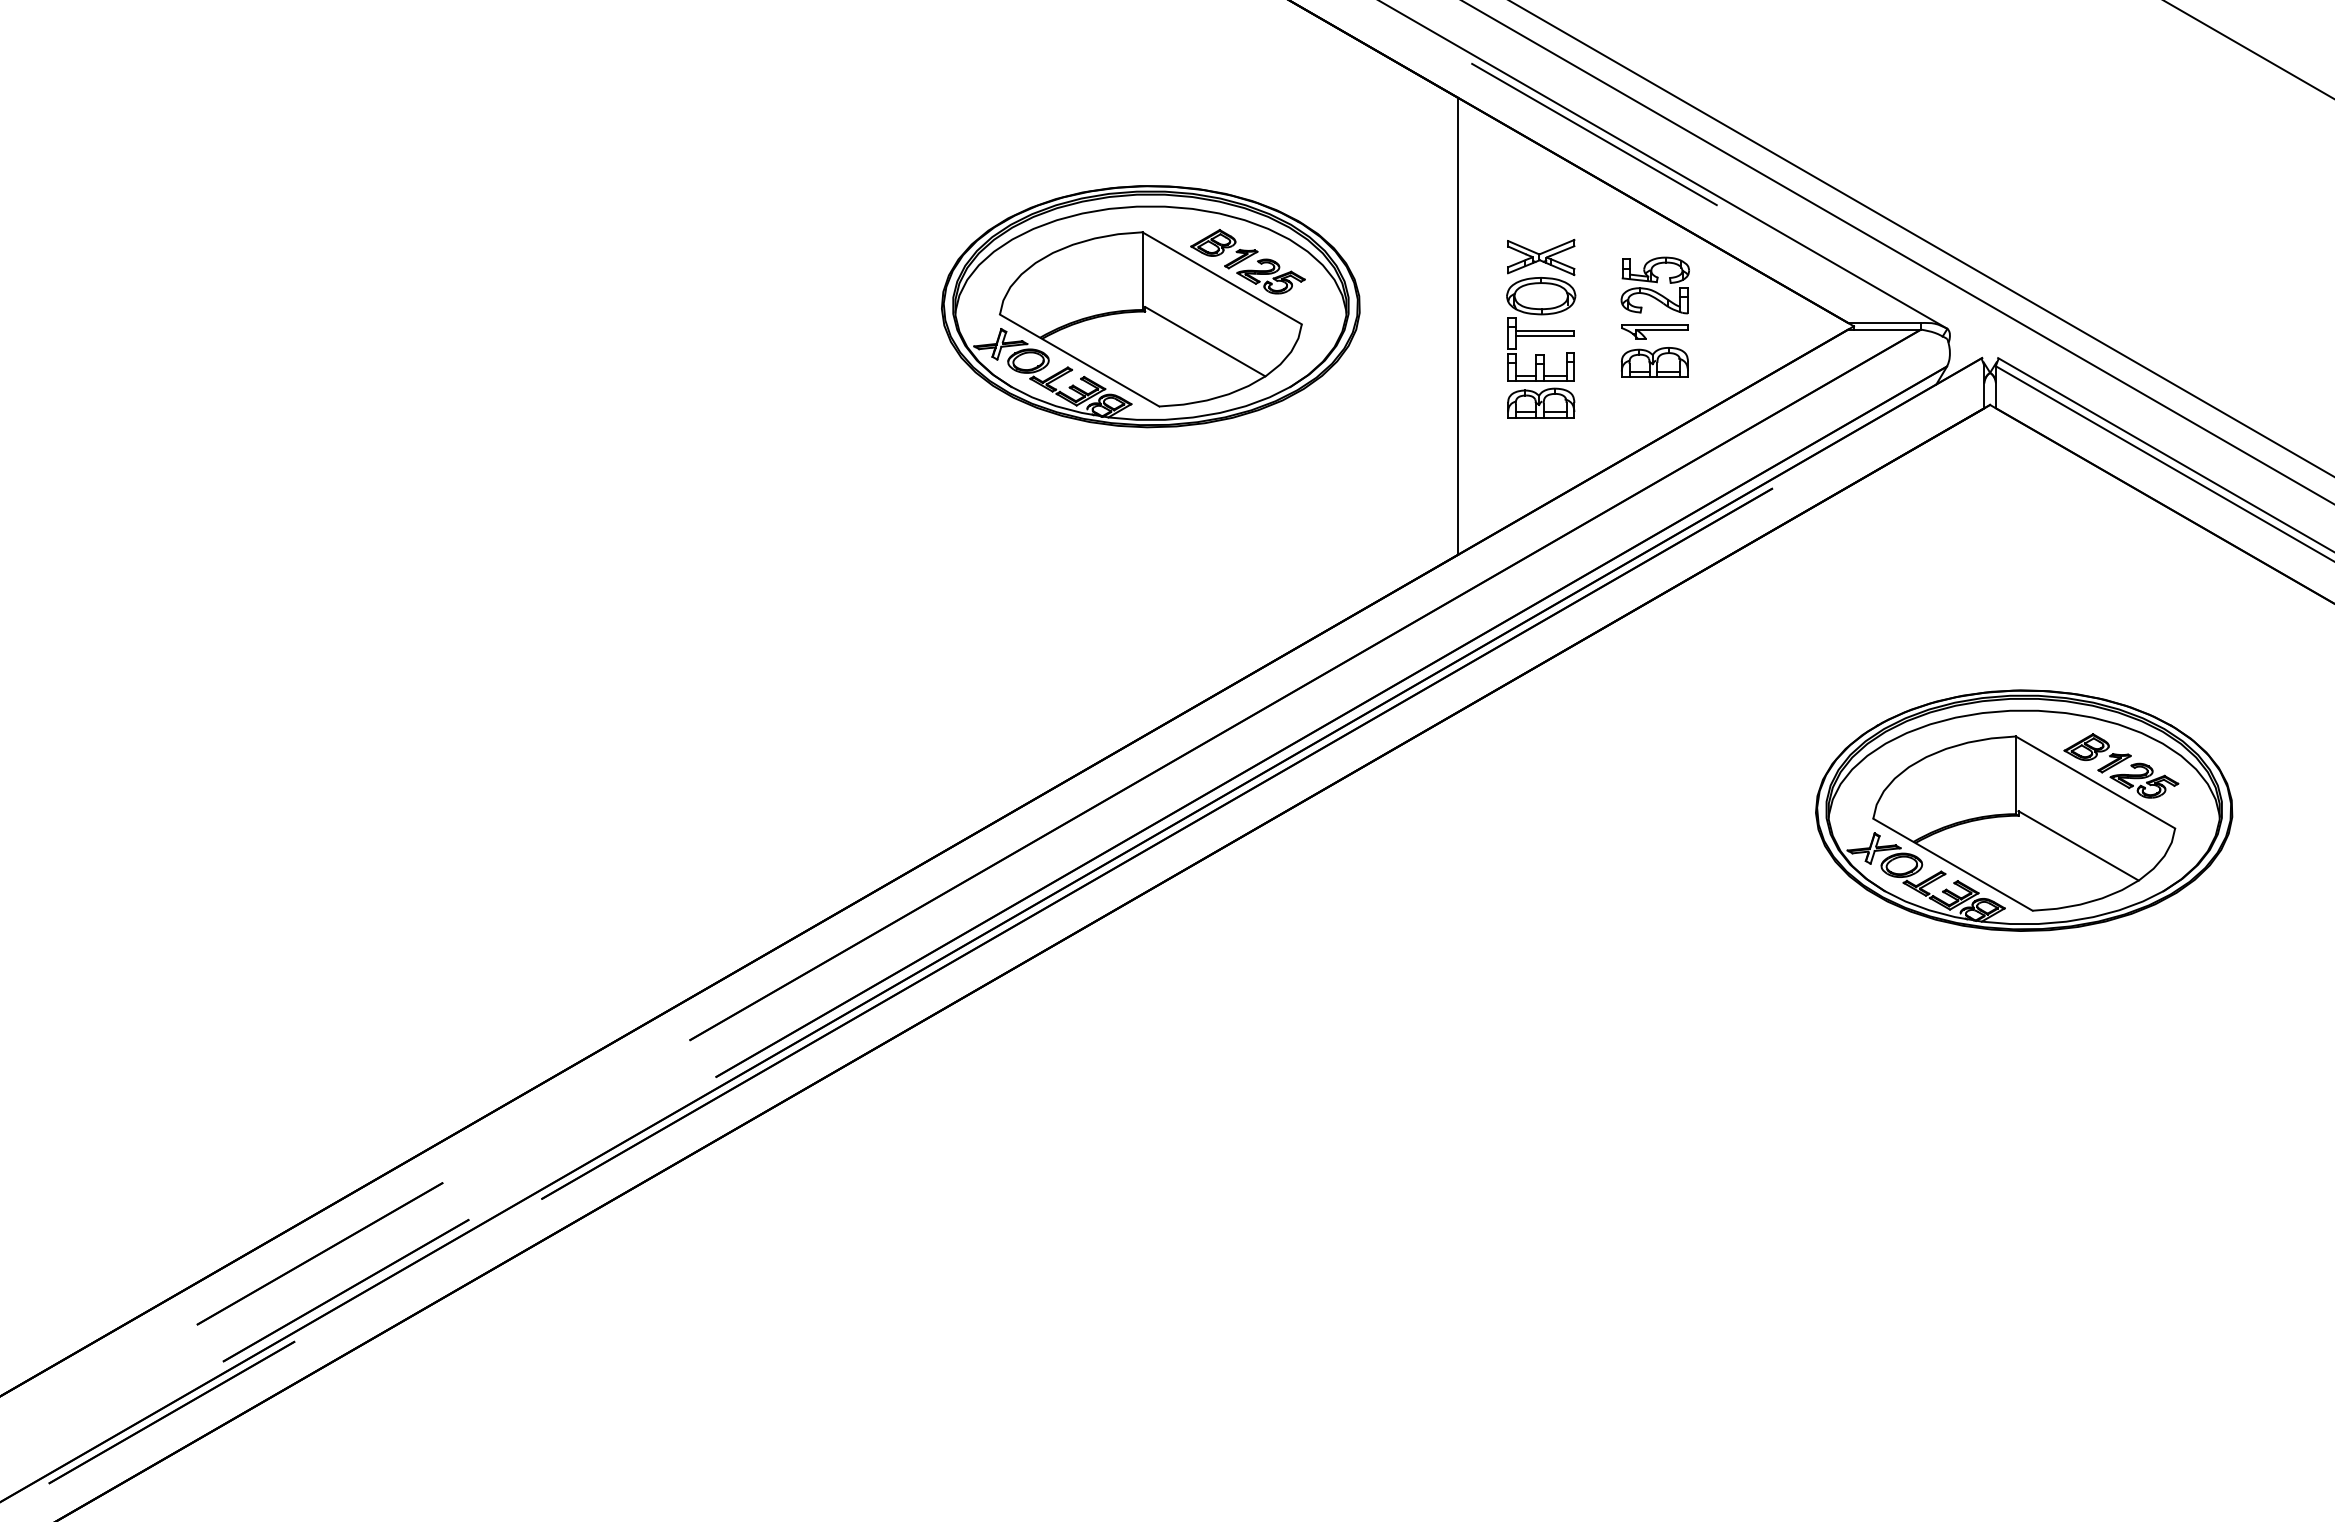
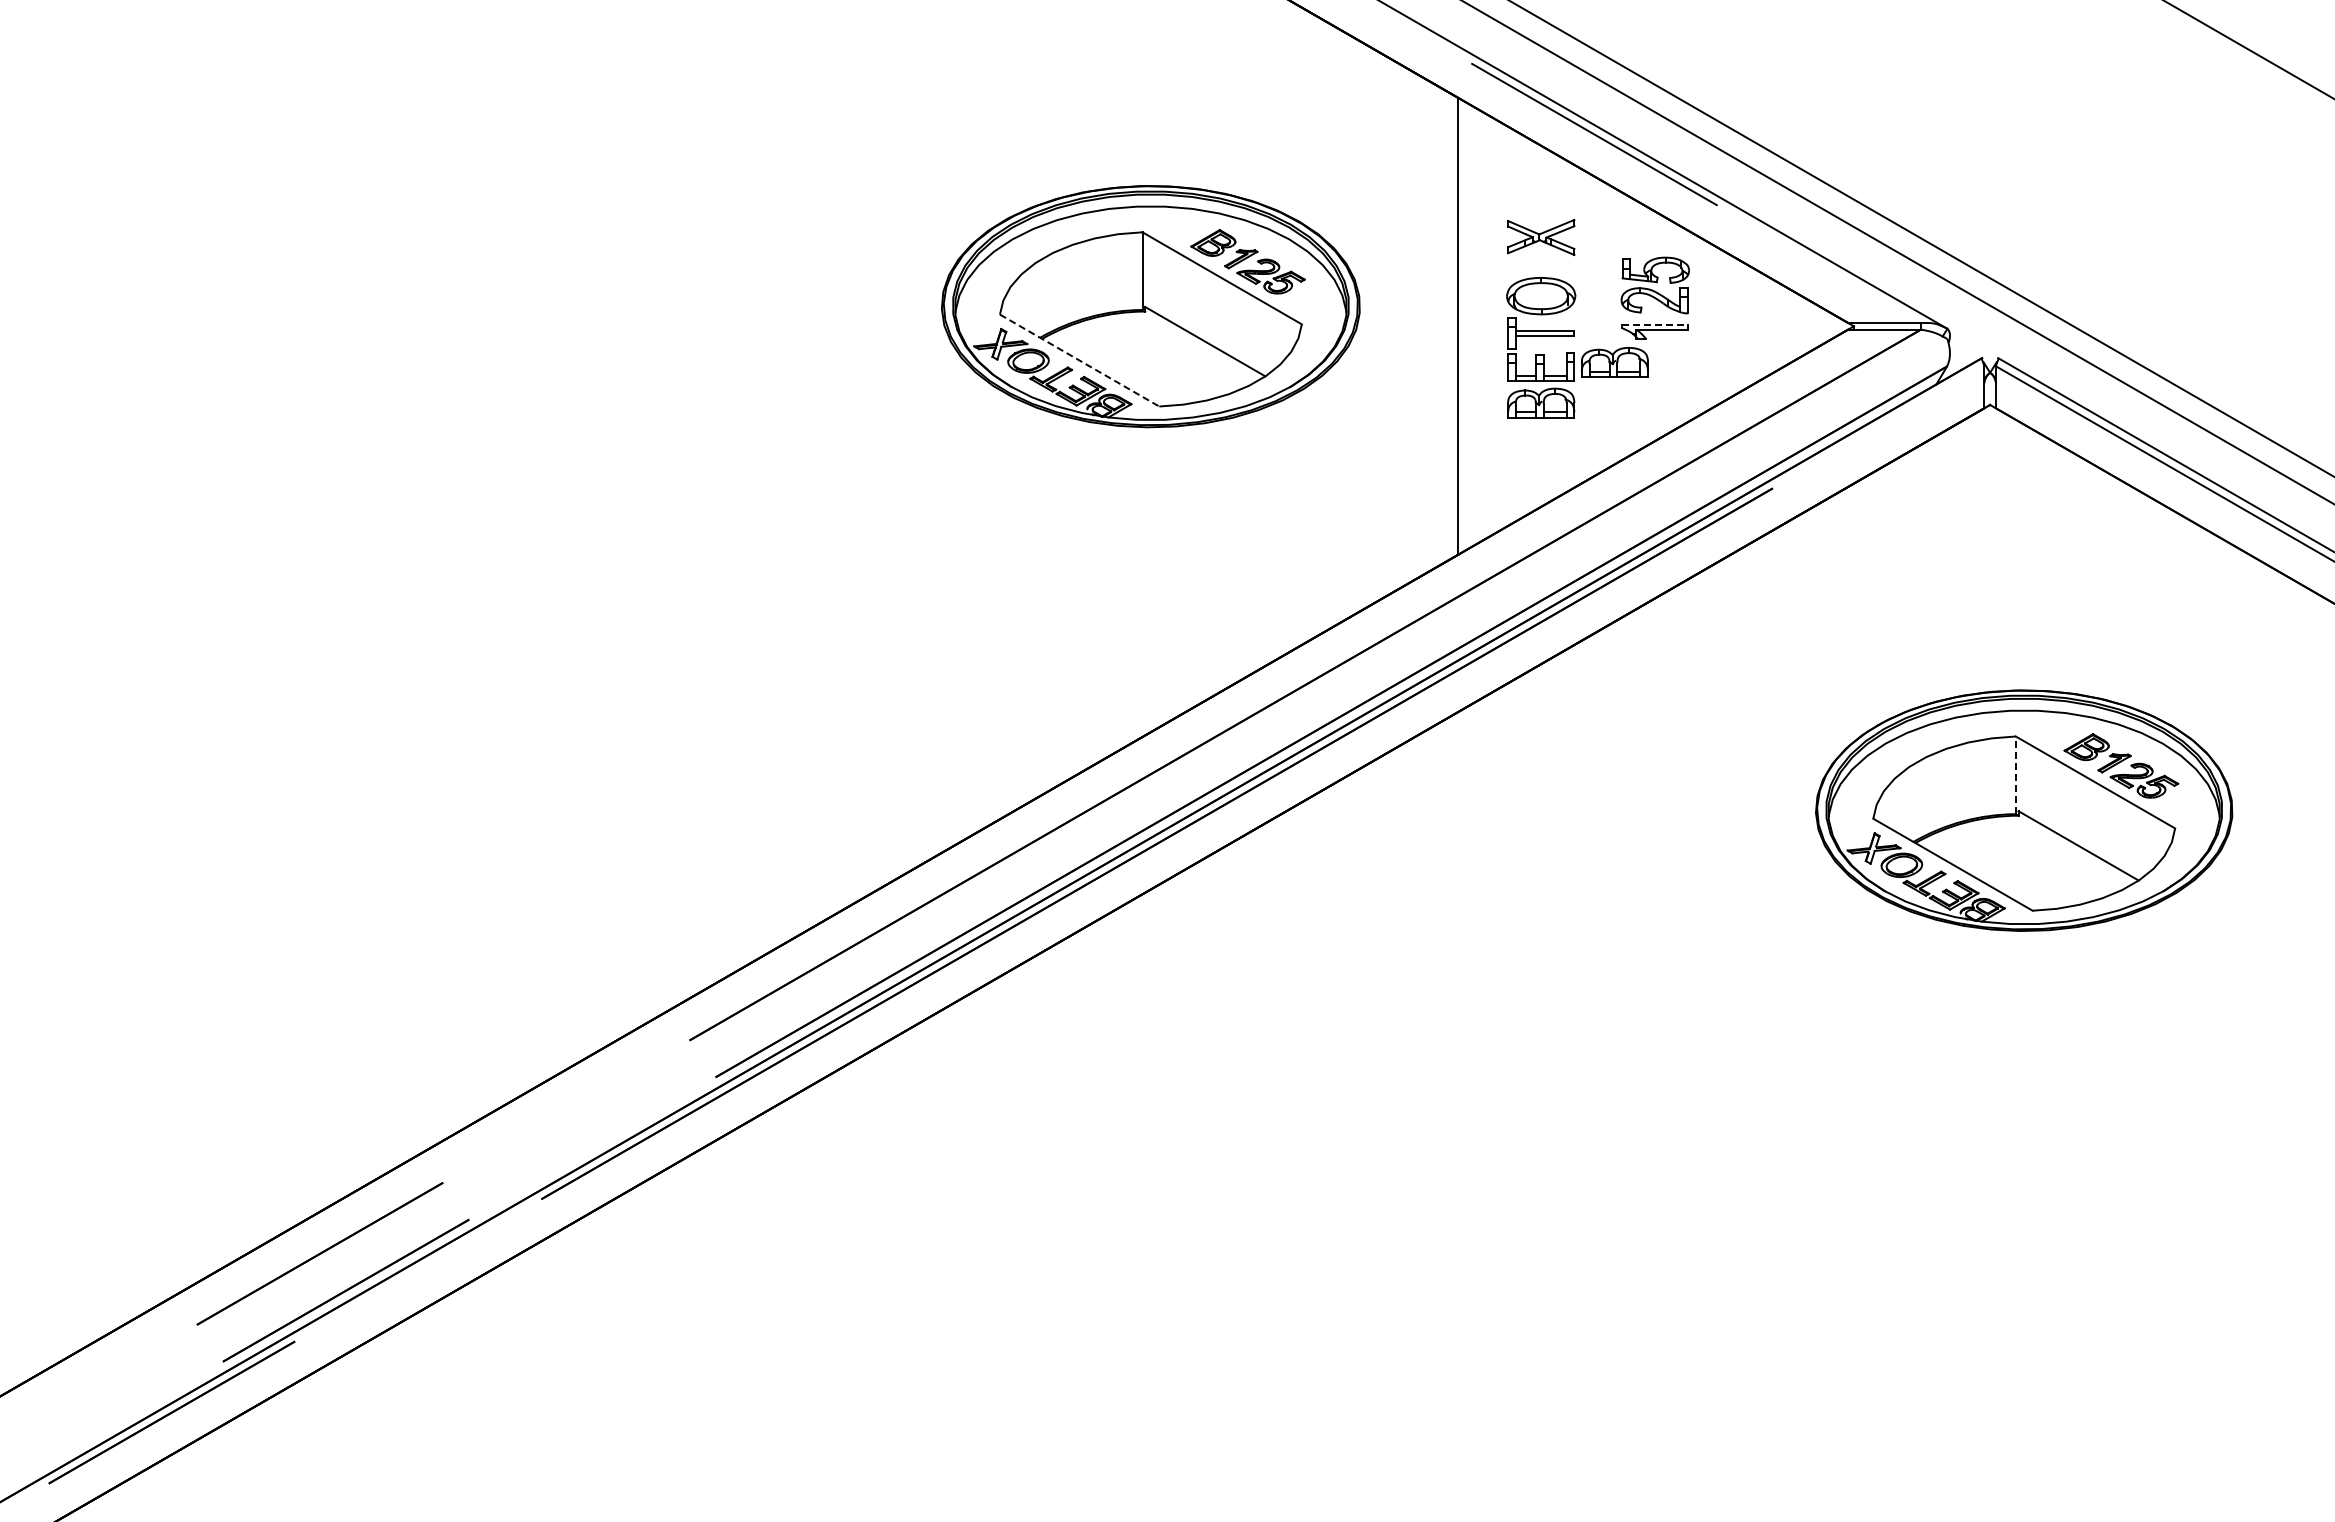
part at (1541, 256) position: (1541, 256) -> (1541, 236)
line at (1655, 324): solid -> dashed
line at (1079, 360): solid -> dashed
part at (1654, 362) position: (1654, 362) -> (1614, 362)
line at (2015, 775): solid -> dashed
